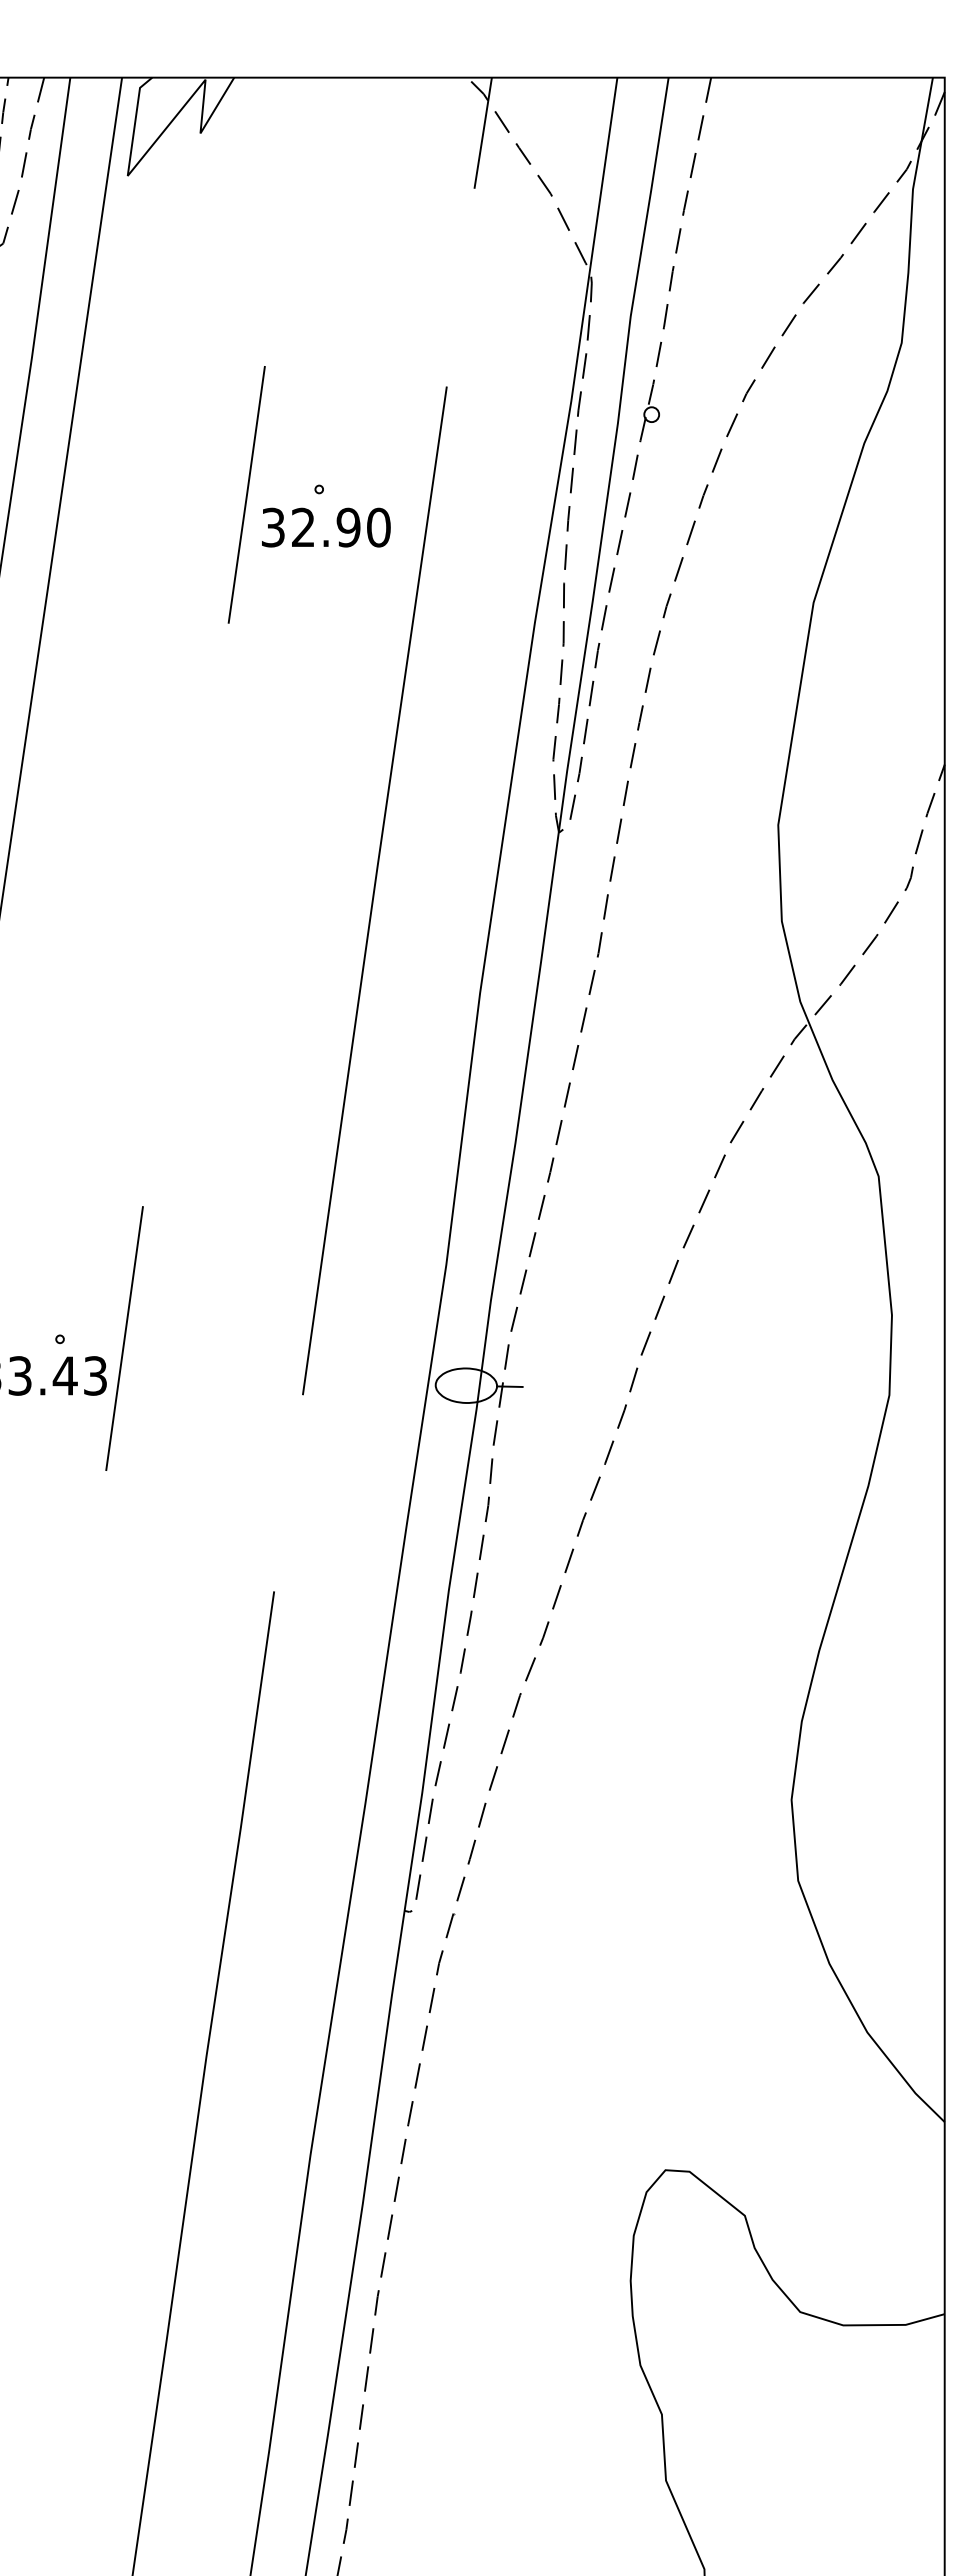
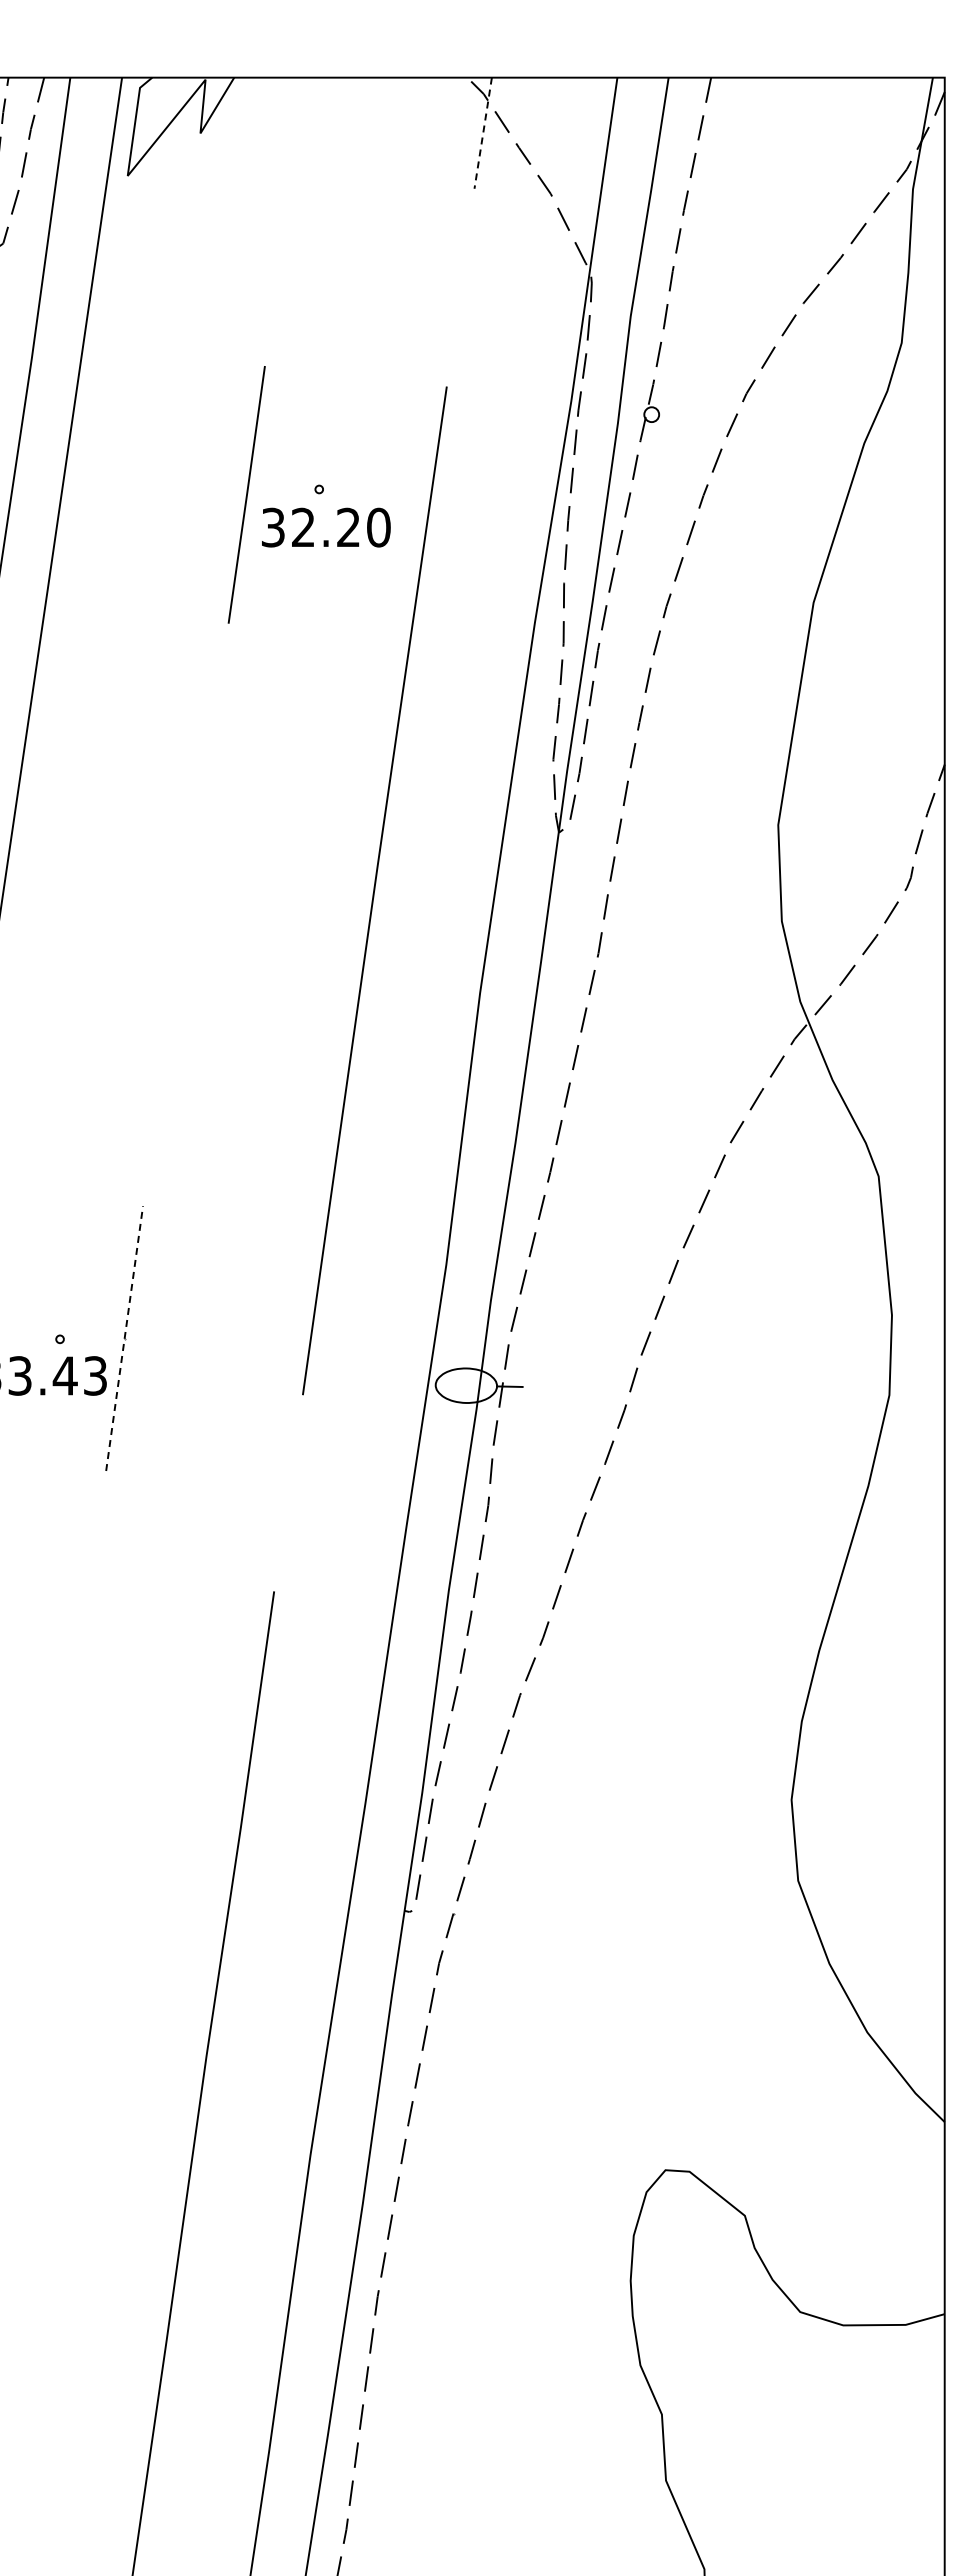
line at (483, 133): solid -> dashed
text at (348, 527): 32.90 -> 32.20
line at (124, 1338): solid -> dashed
